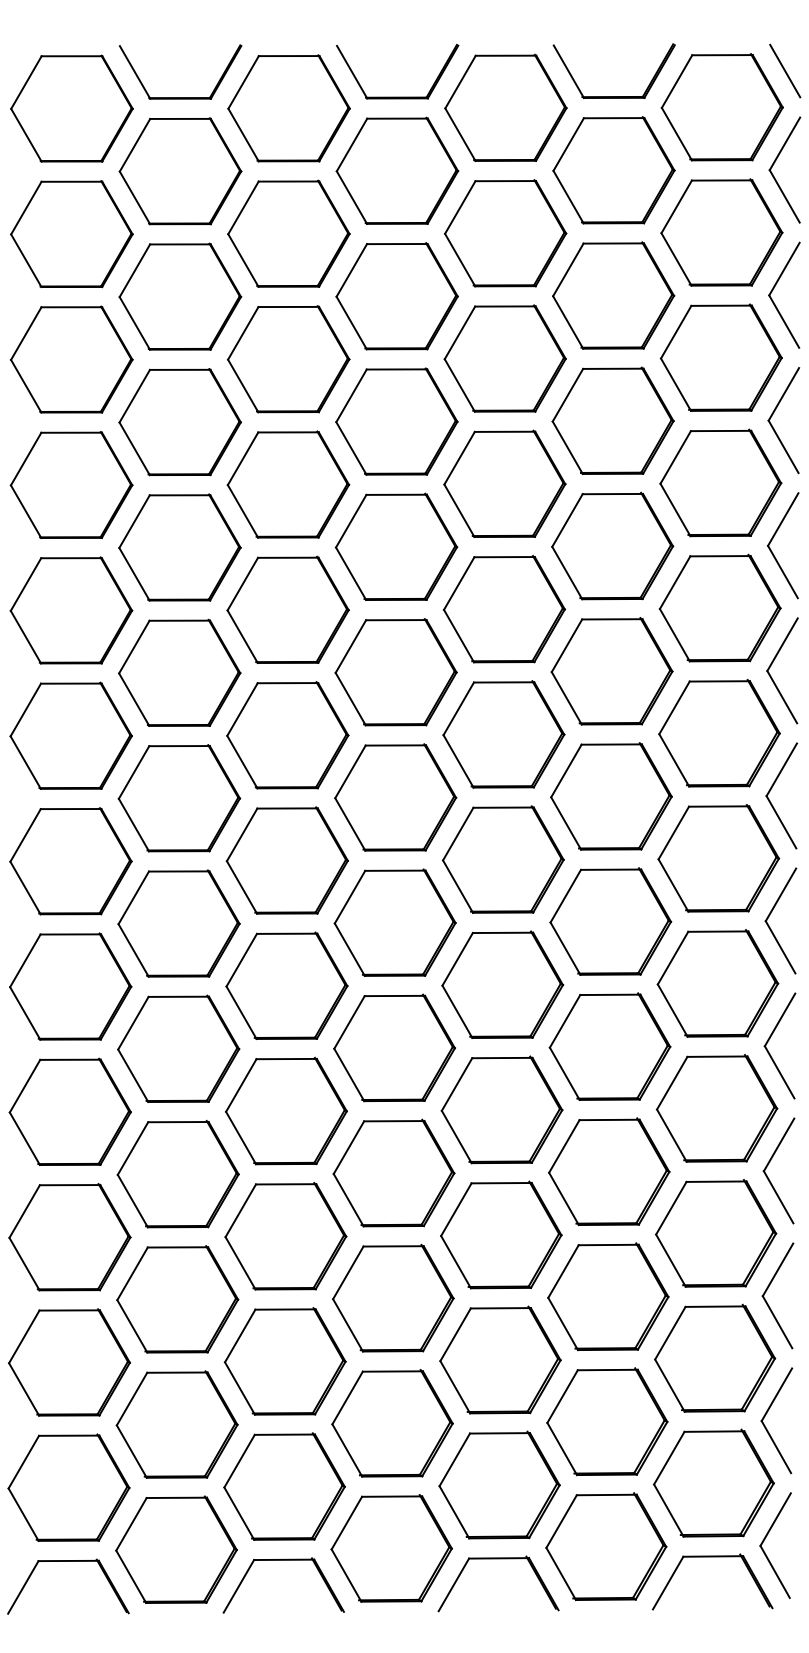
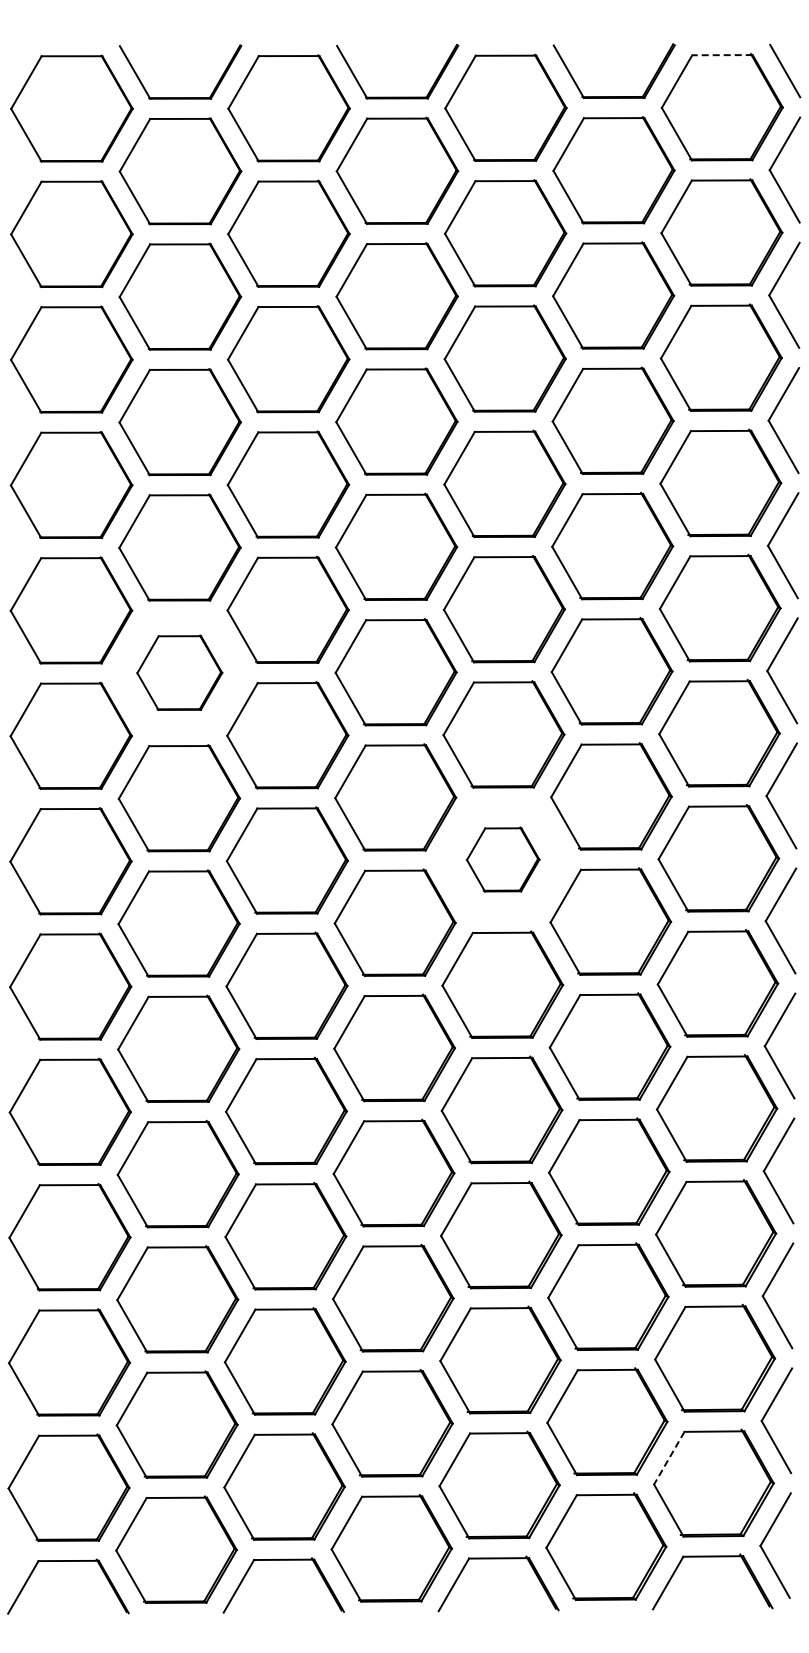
line at (722, 55): solid -> dashed
part at (179, 672) size: 124x109 px -> 88x77 px
part at (502, 859) size: 124x109 px -> 75x67 px
line at (669, 1458): solid -> dashed
